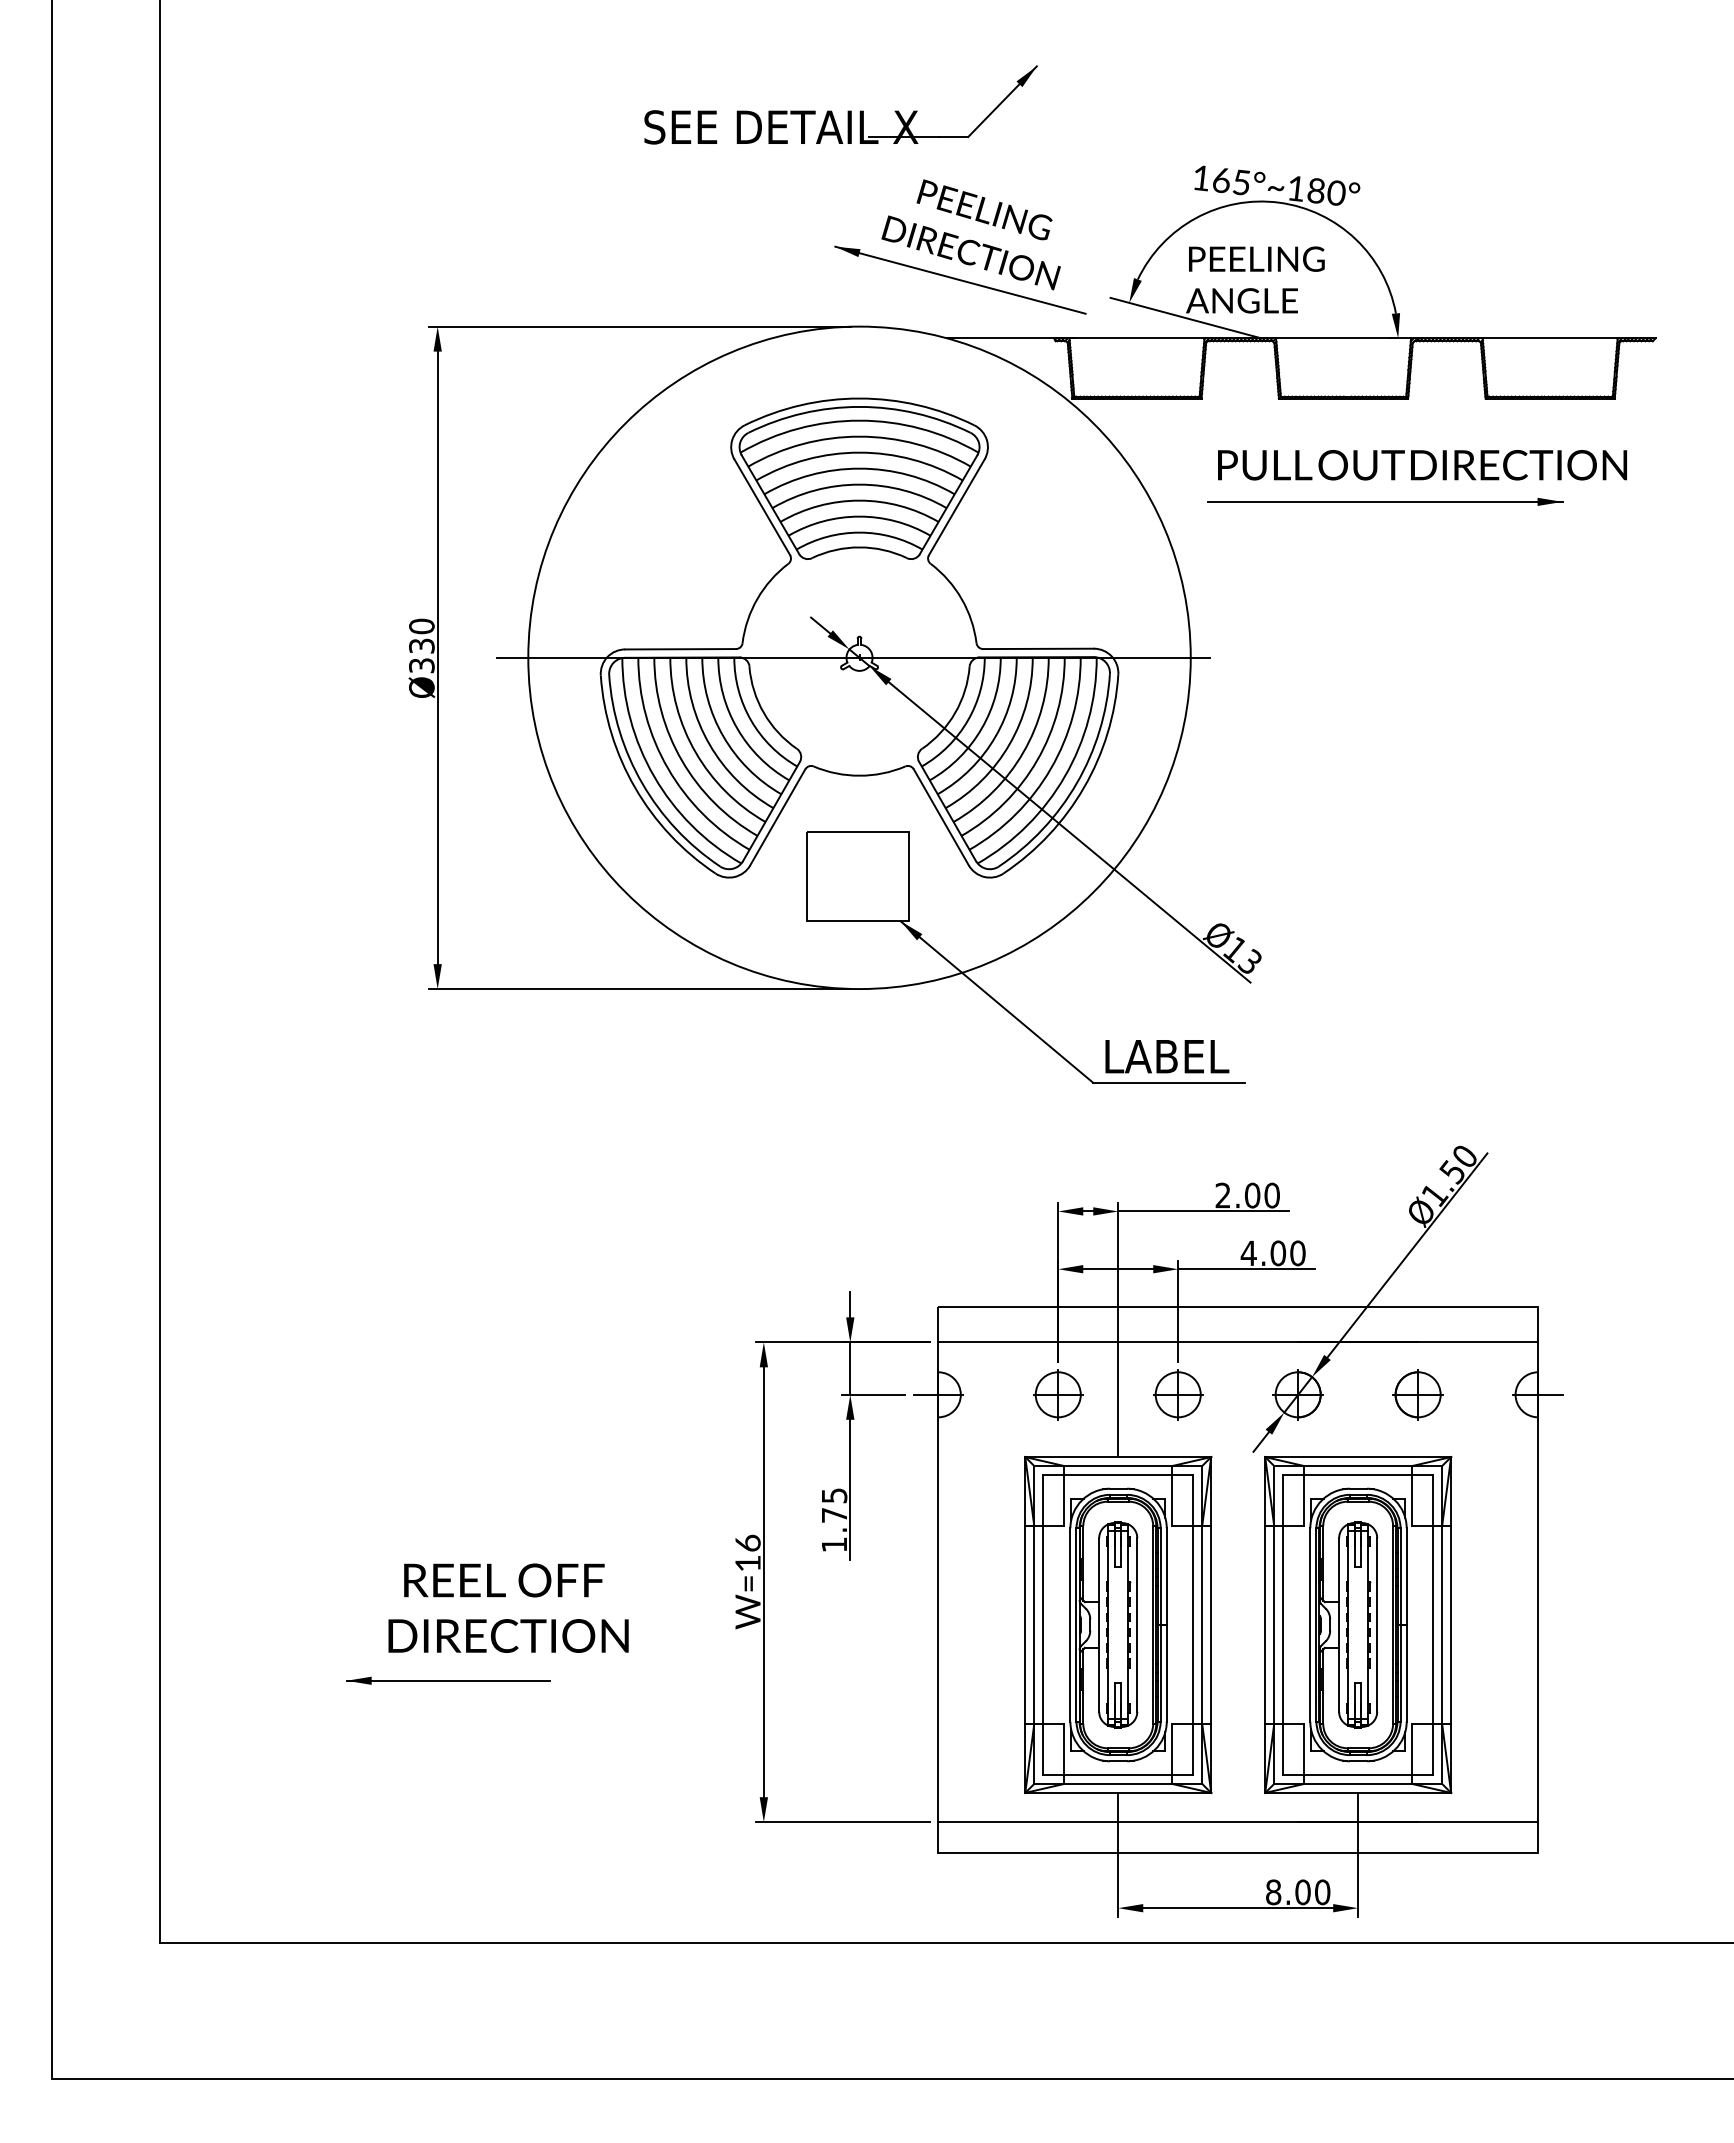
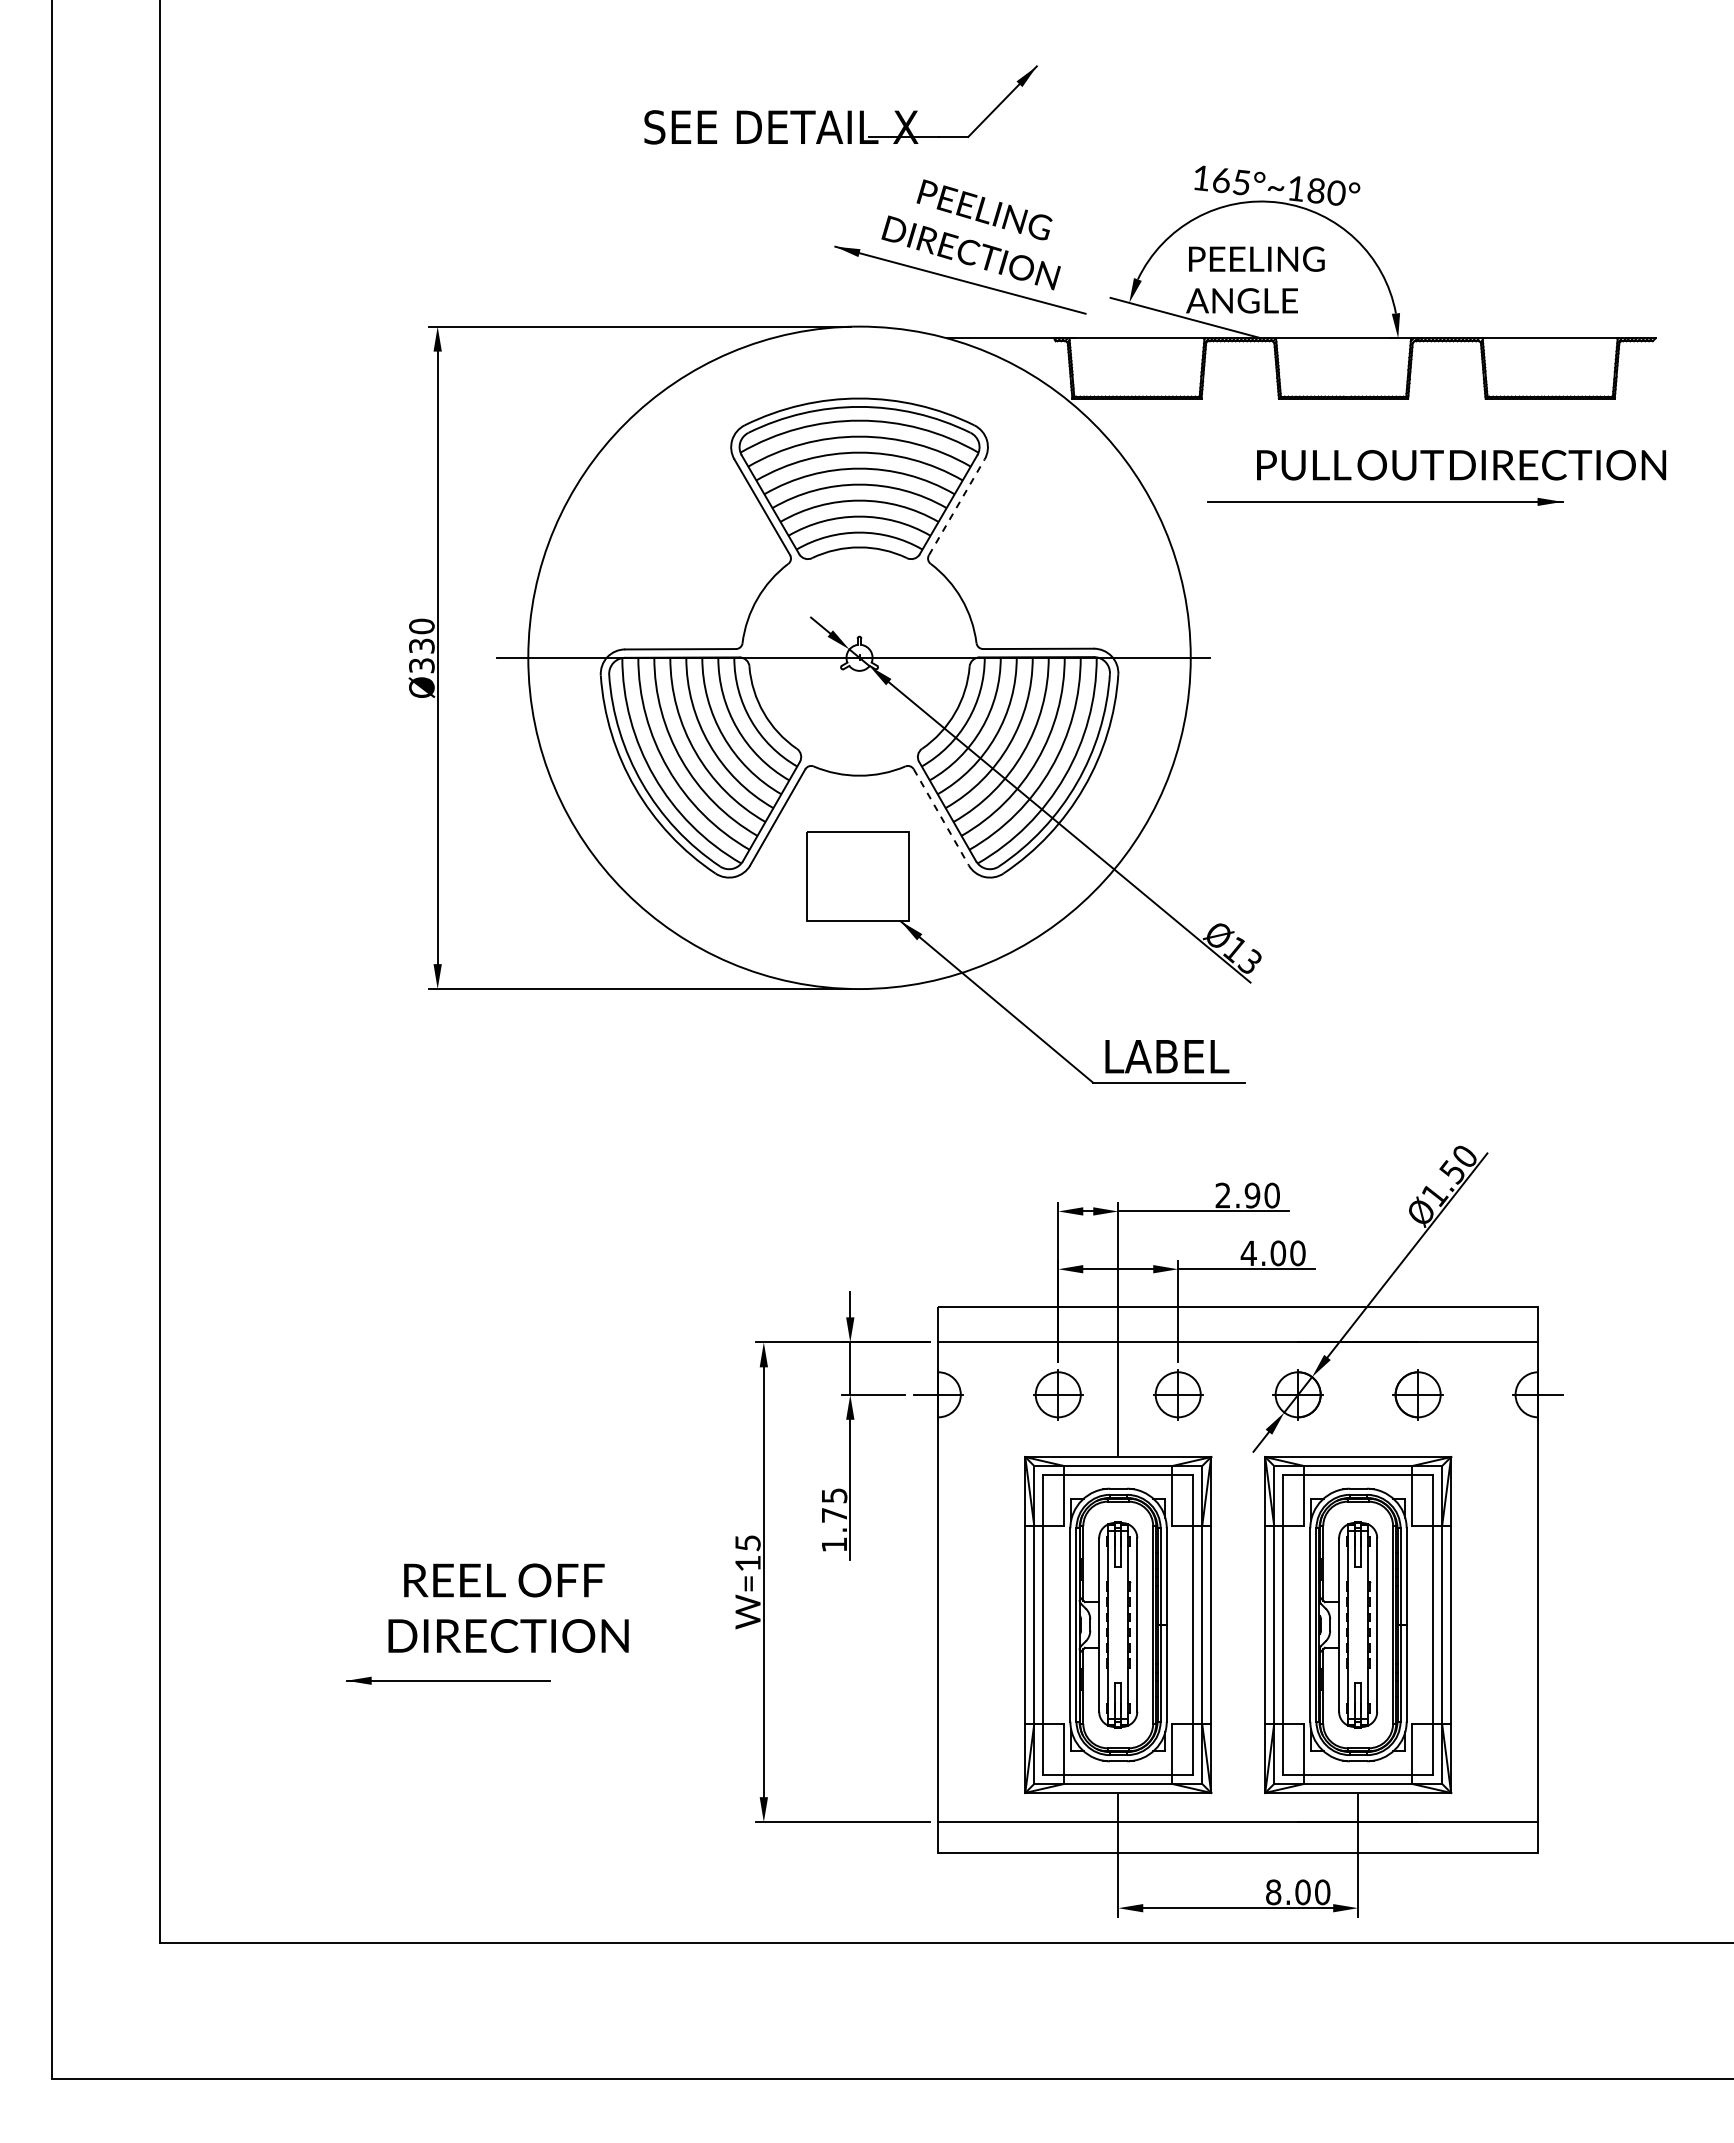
text at (1422, 465) position: (1422, 465) -> (1461, 465)
line at (957, 506): solid -> dashed
line at (941, 817): solid -> dashed
text at (1252, 1195): 2.00 -> 2.90
text at (747, 1542): W=16 -> W=15
